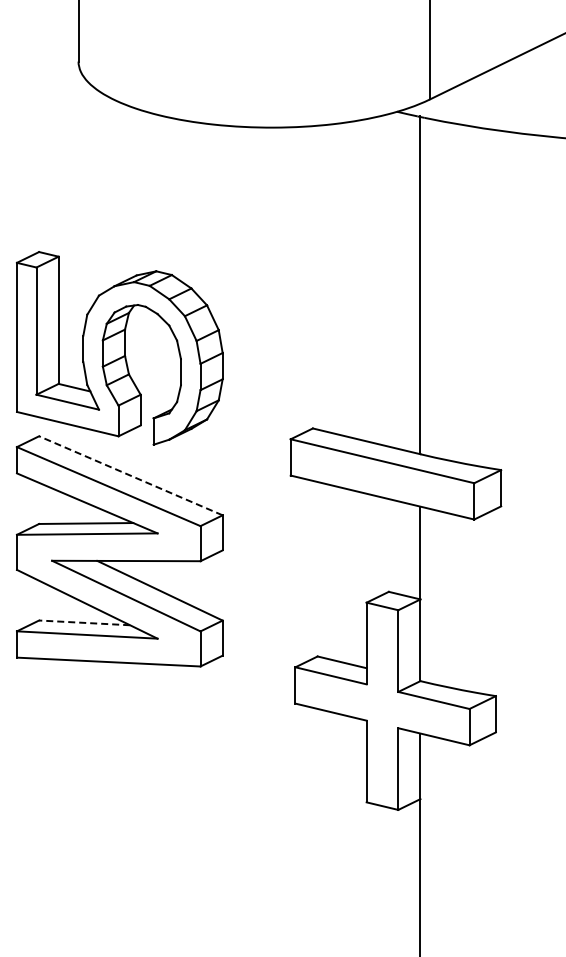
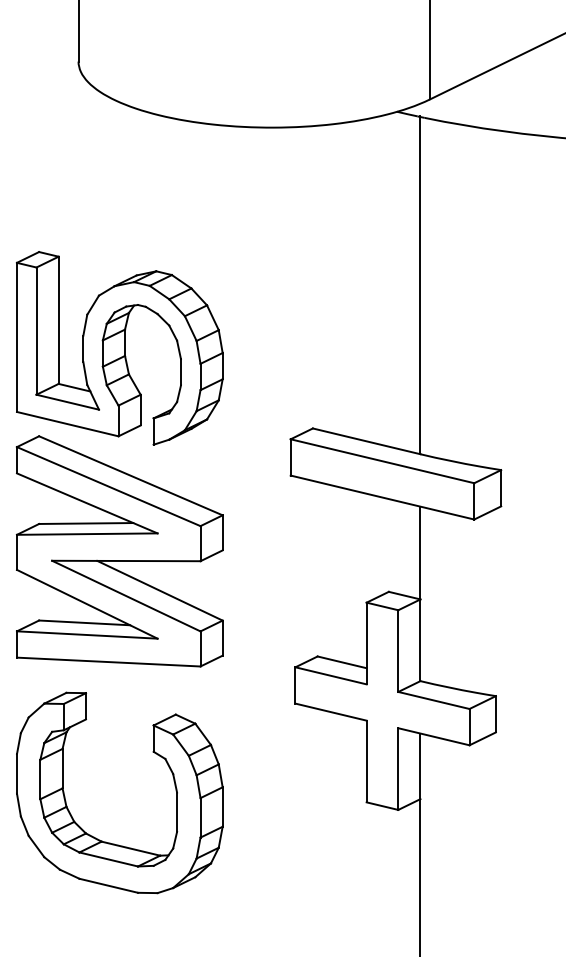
line at (130, 475): dashed -> solid
line at (84, 622): dashed -> solid
part at (96, 837): none -> present
